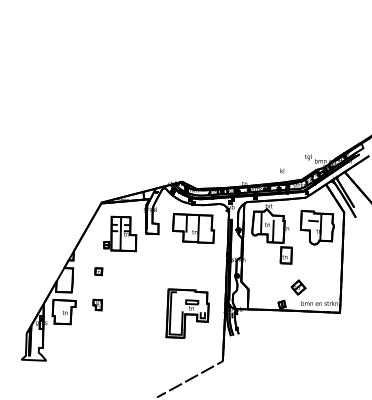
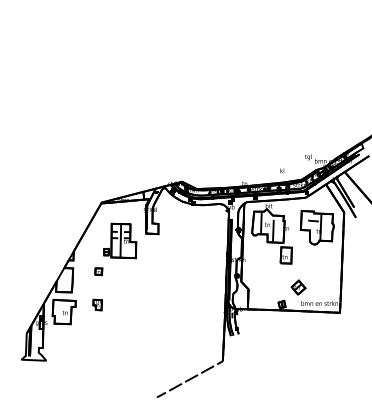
part at (193, 228): present -> none
part at (120, 233) position: (120, 233) -> (120, 240)
part at (187, 313): present -> none
